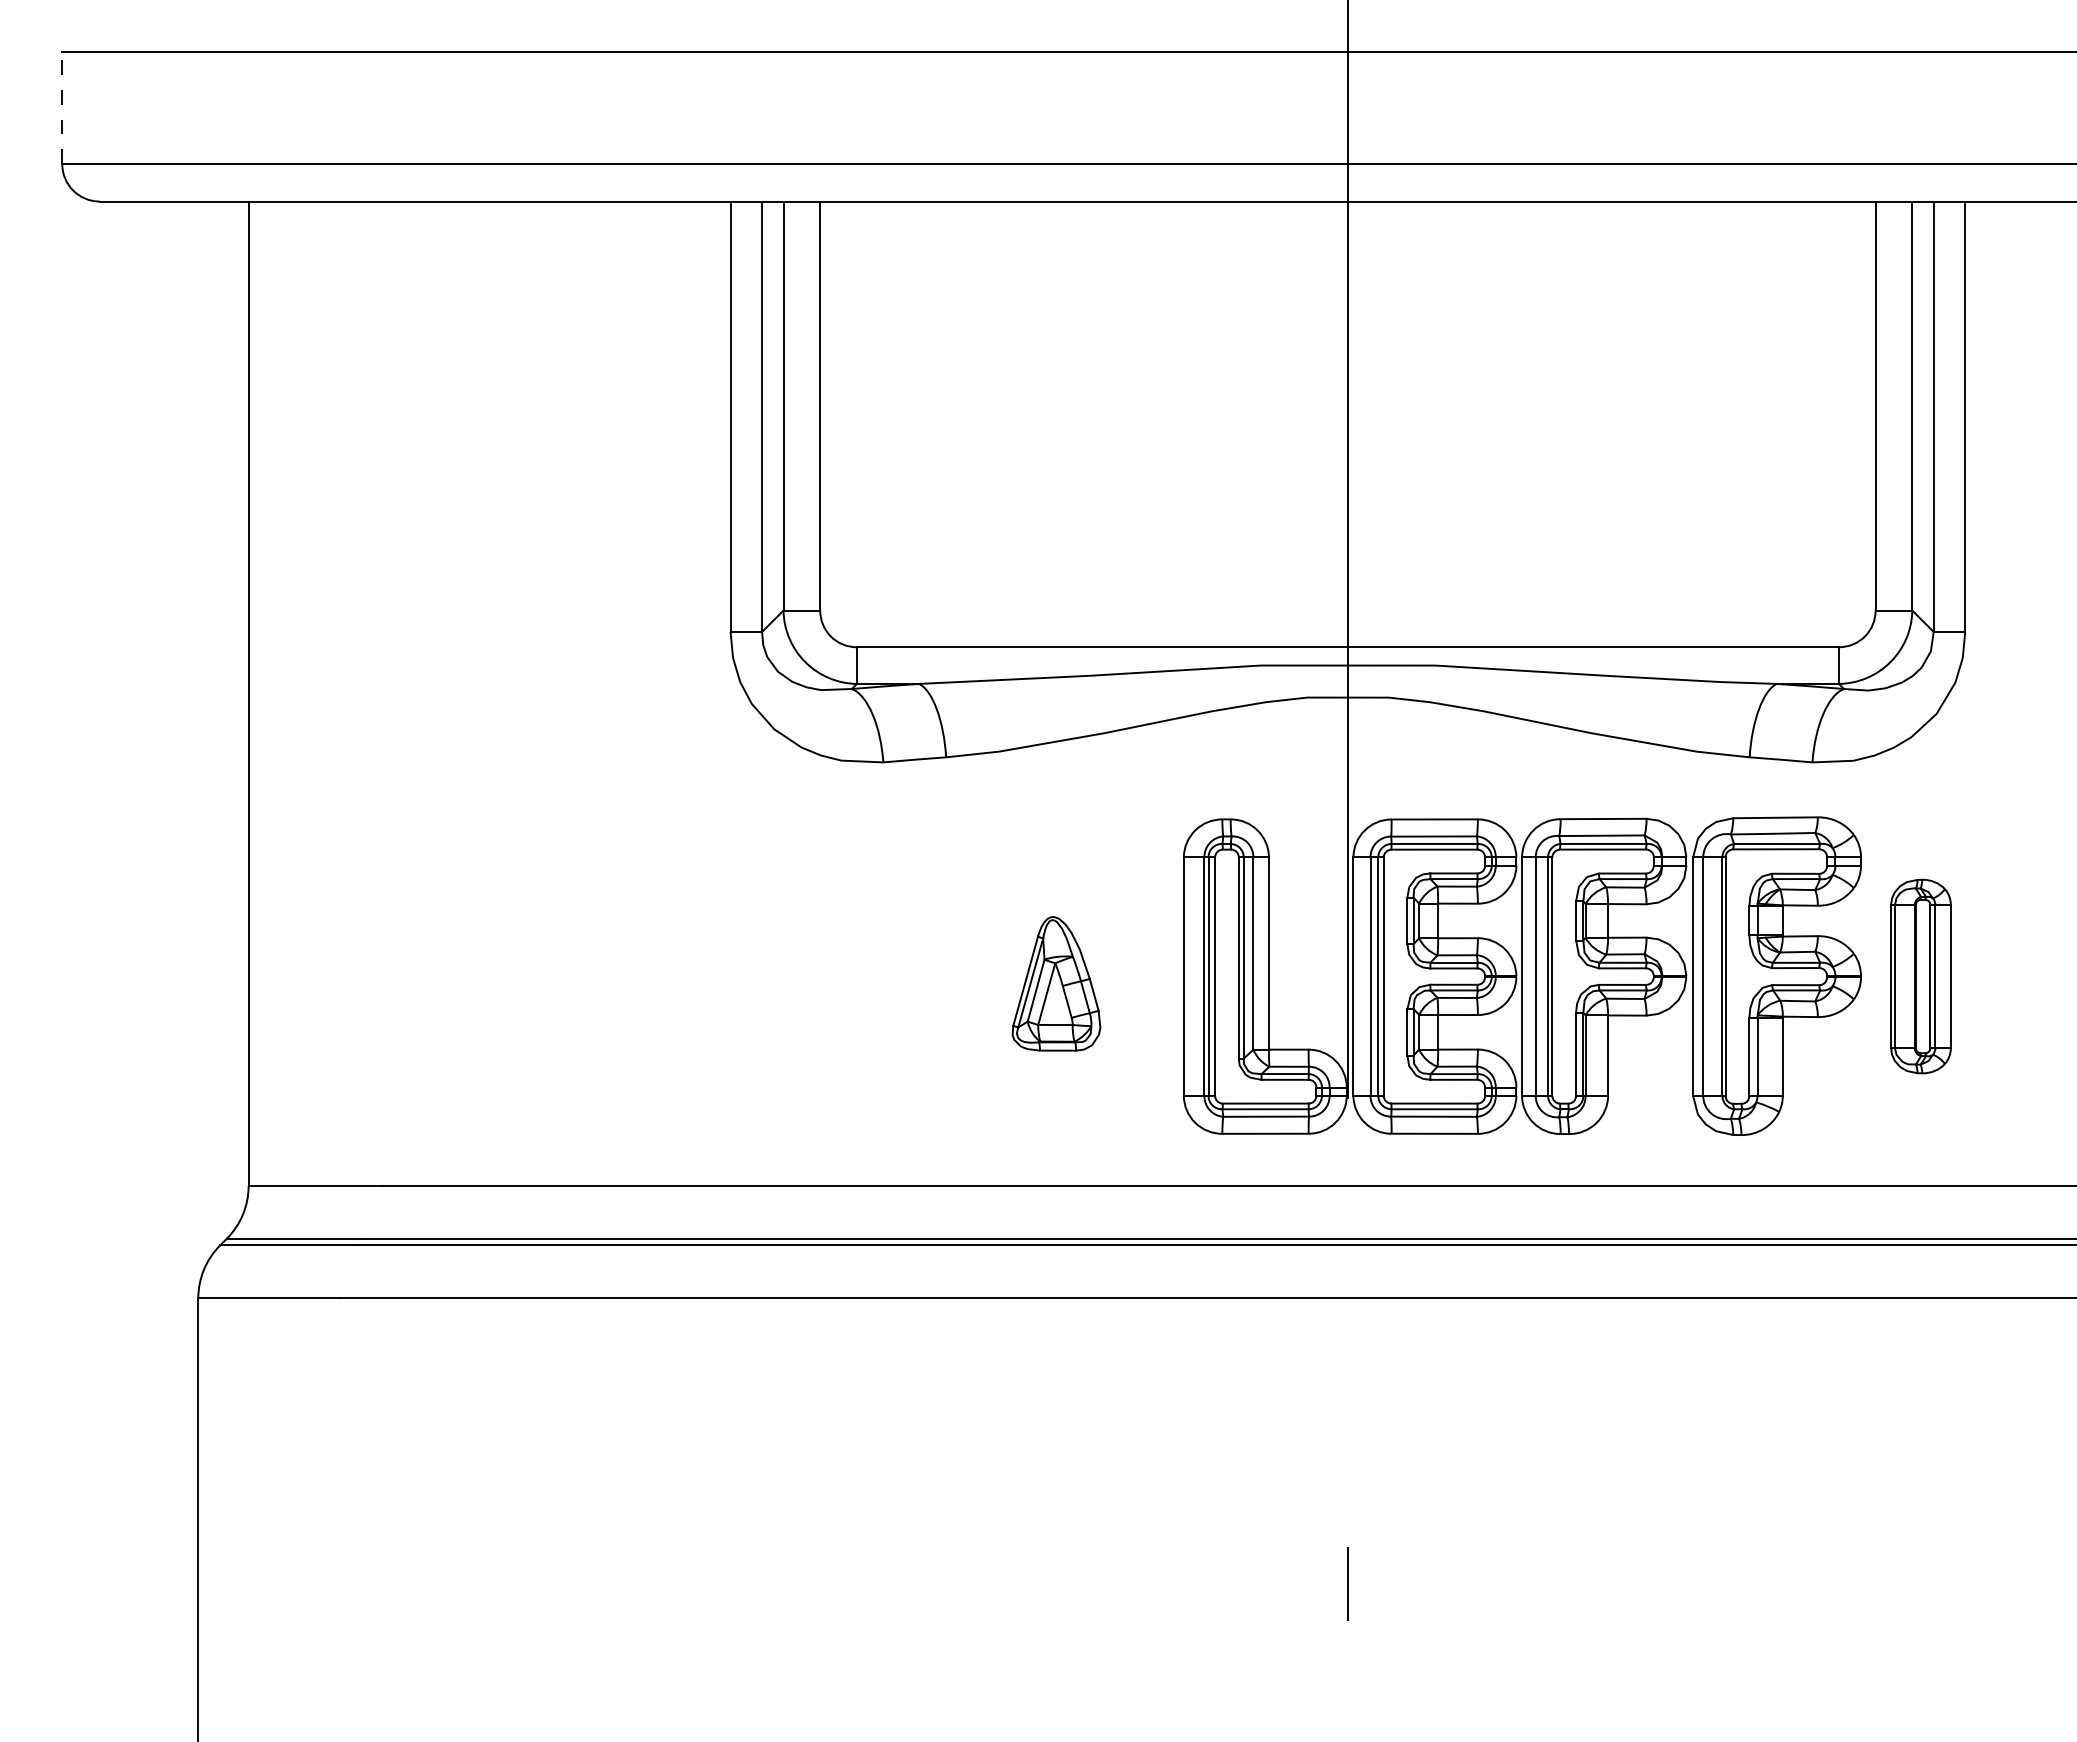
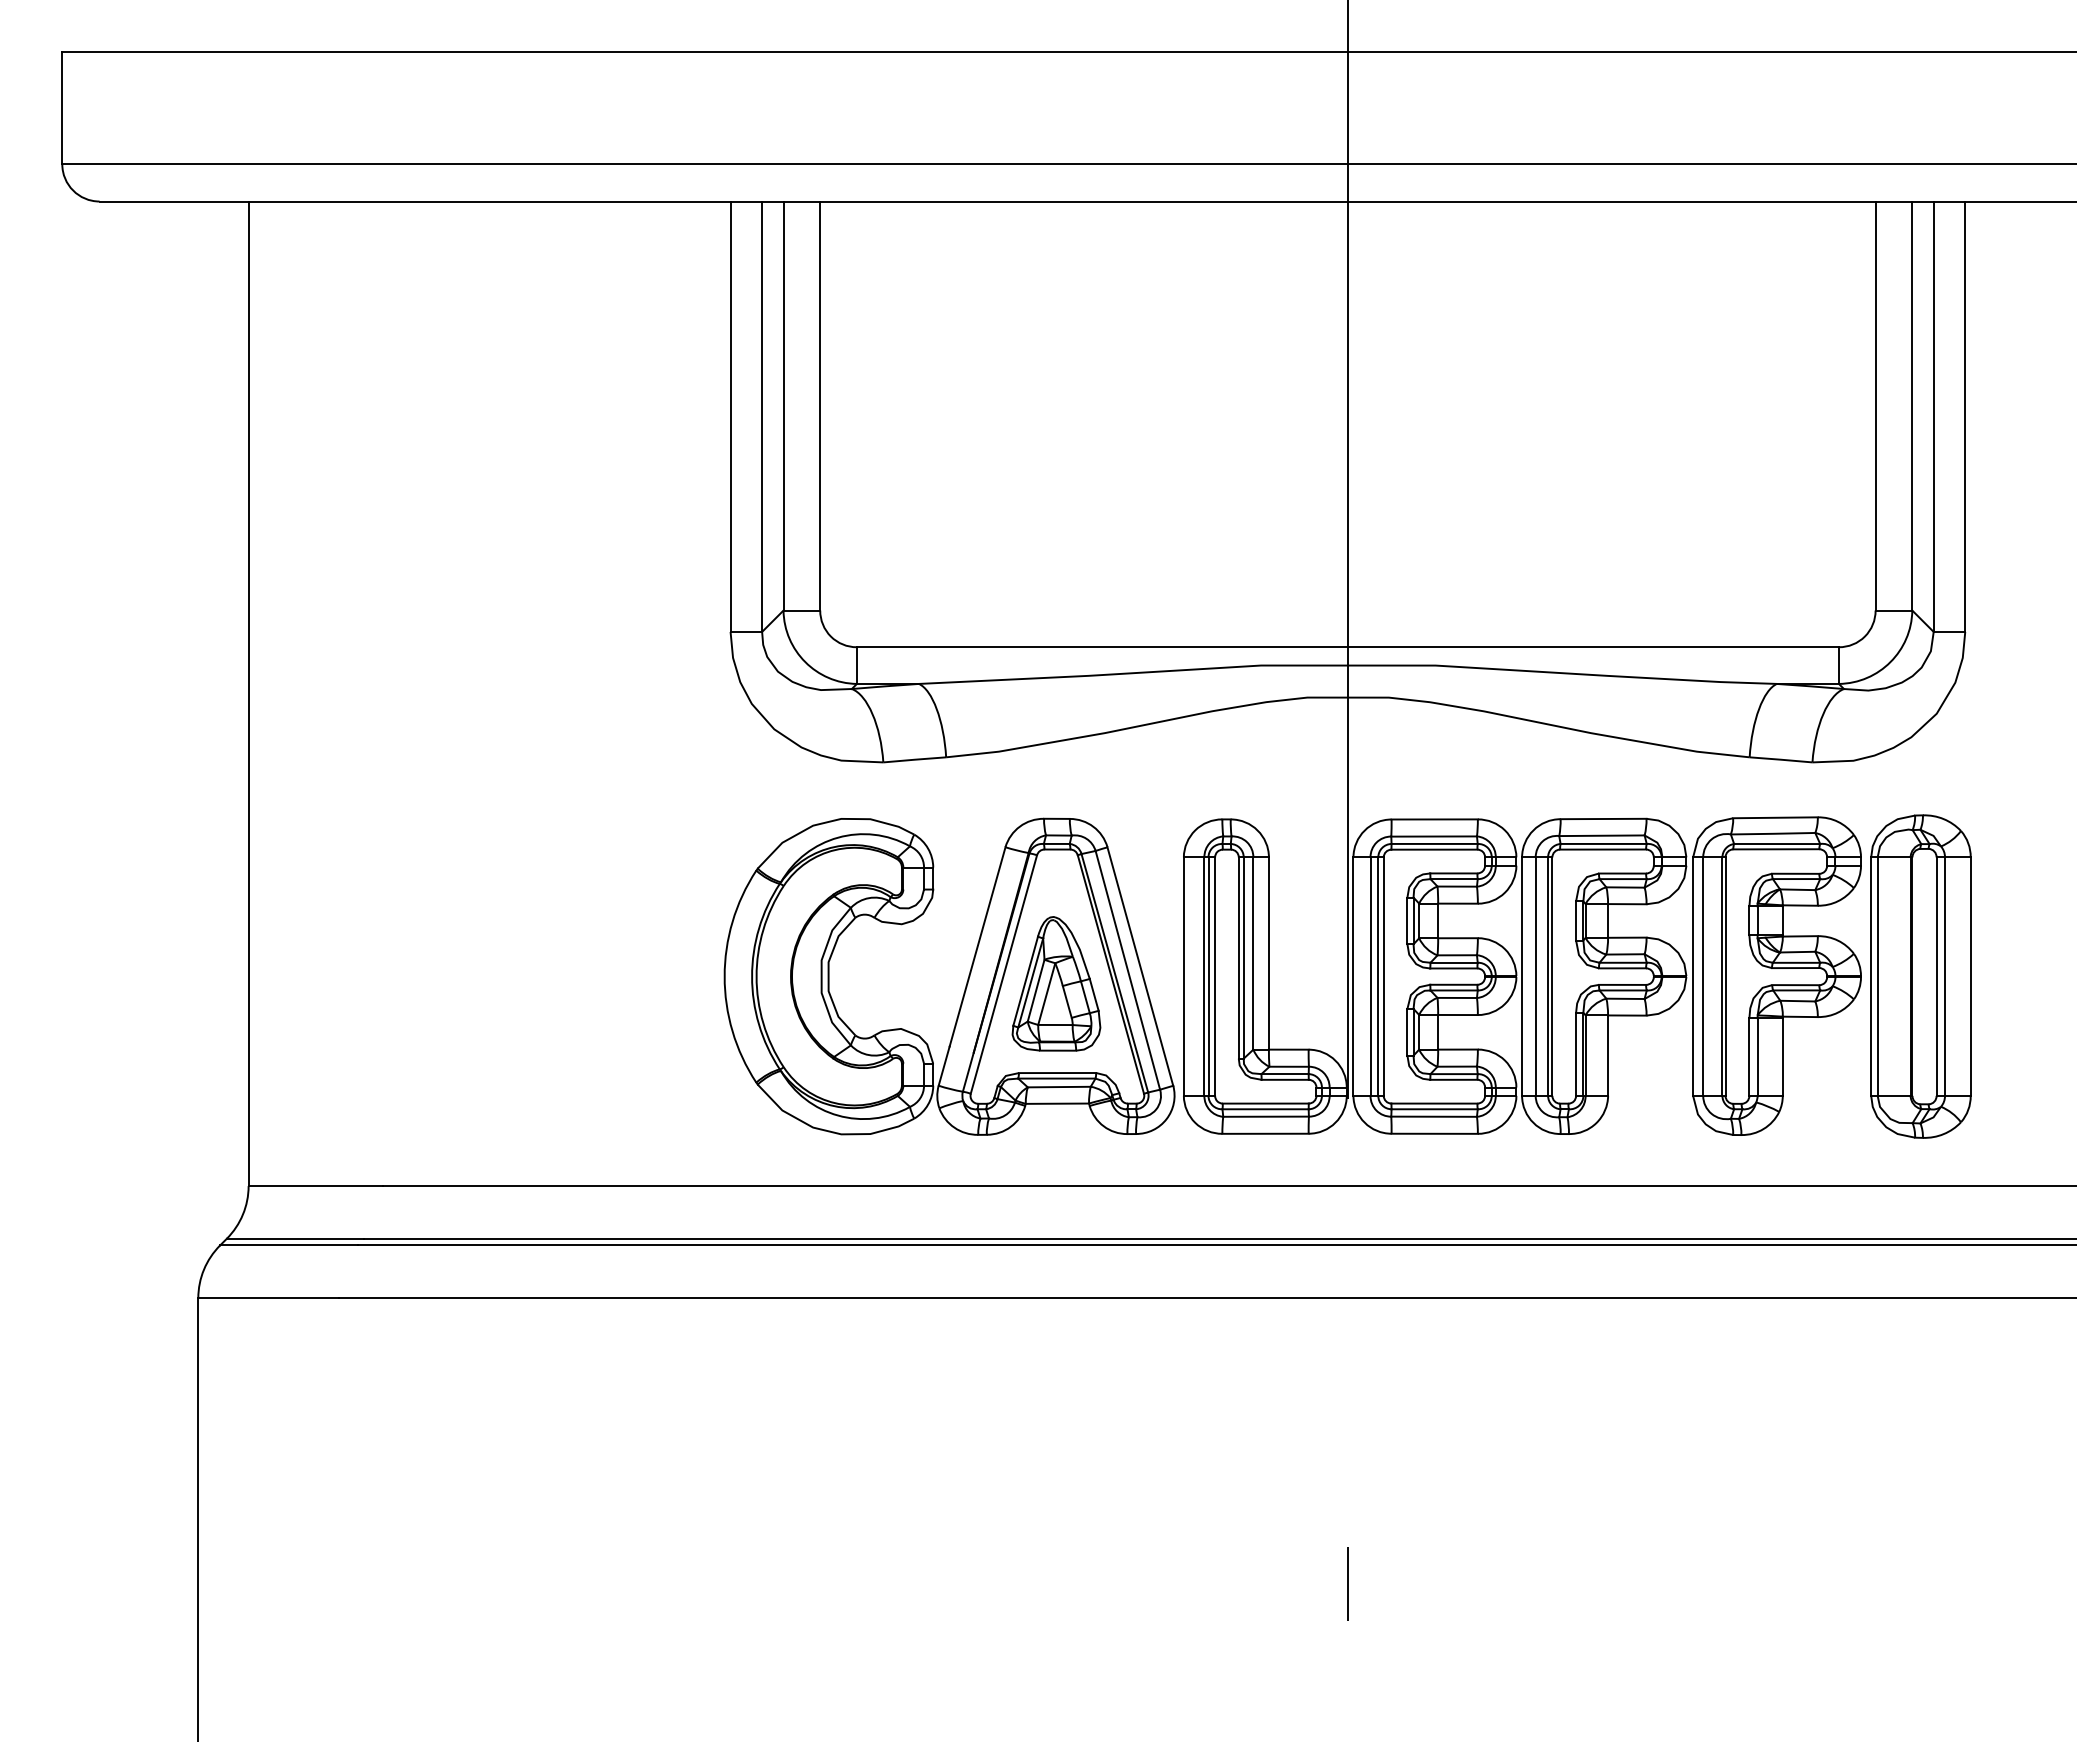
line at (62, 108): dashed -> solid
part at (1920, 976) size: 62x197 px -> 102x325 px
part at (966, 982): none -> present
